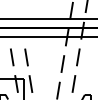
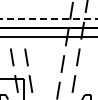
line at (49, 19): solid -> dashed
